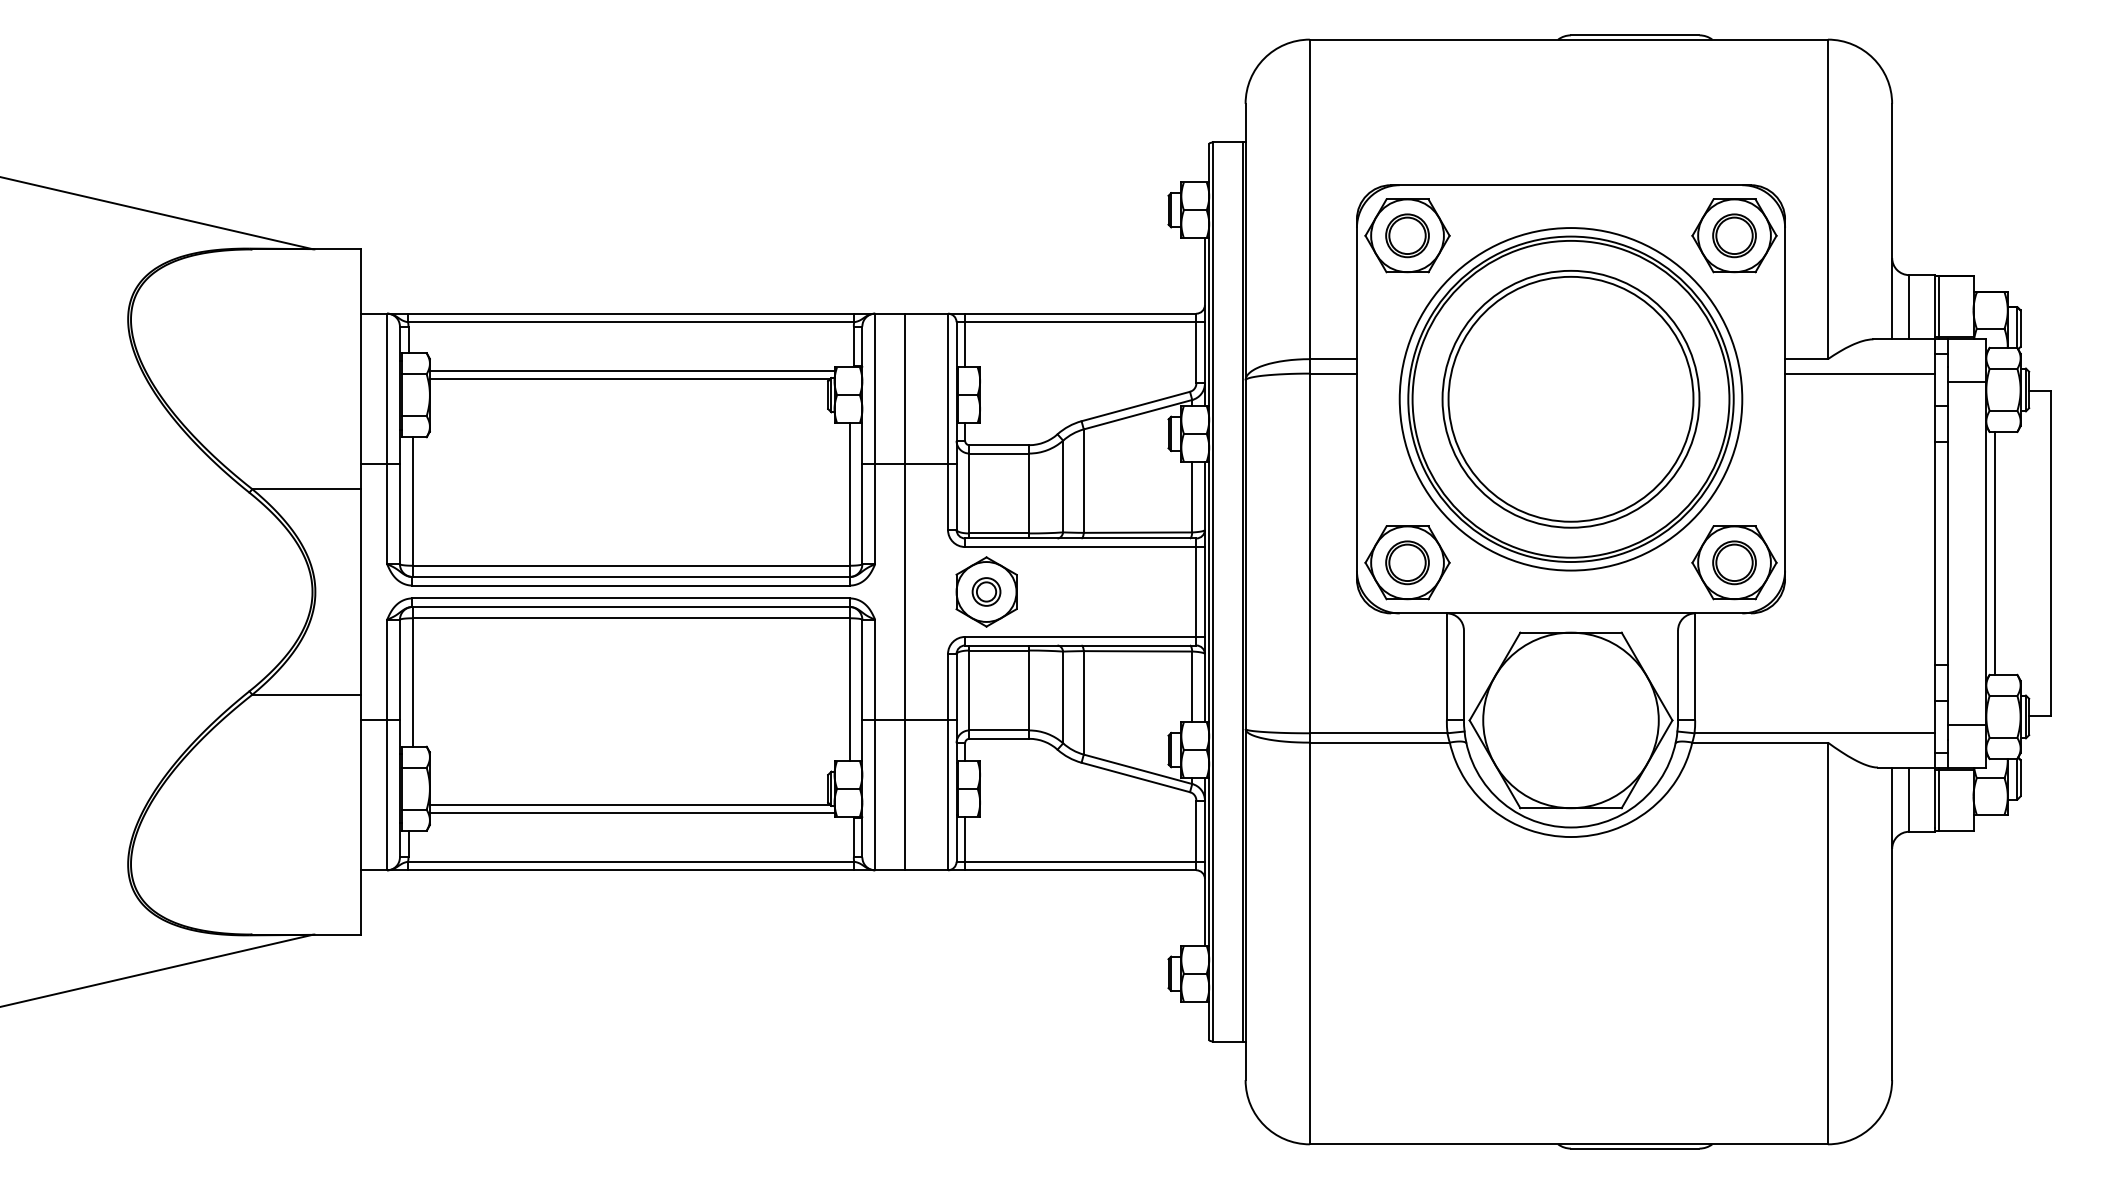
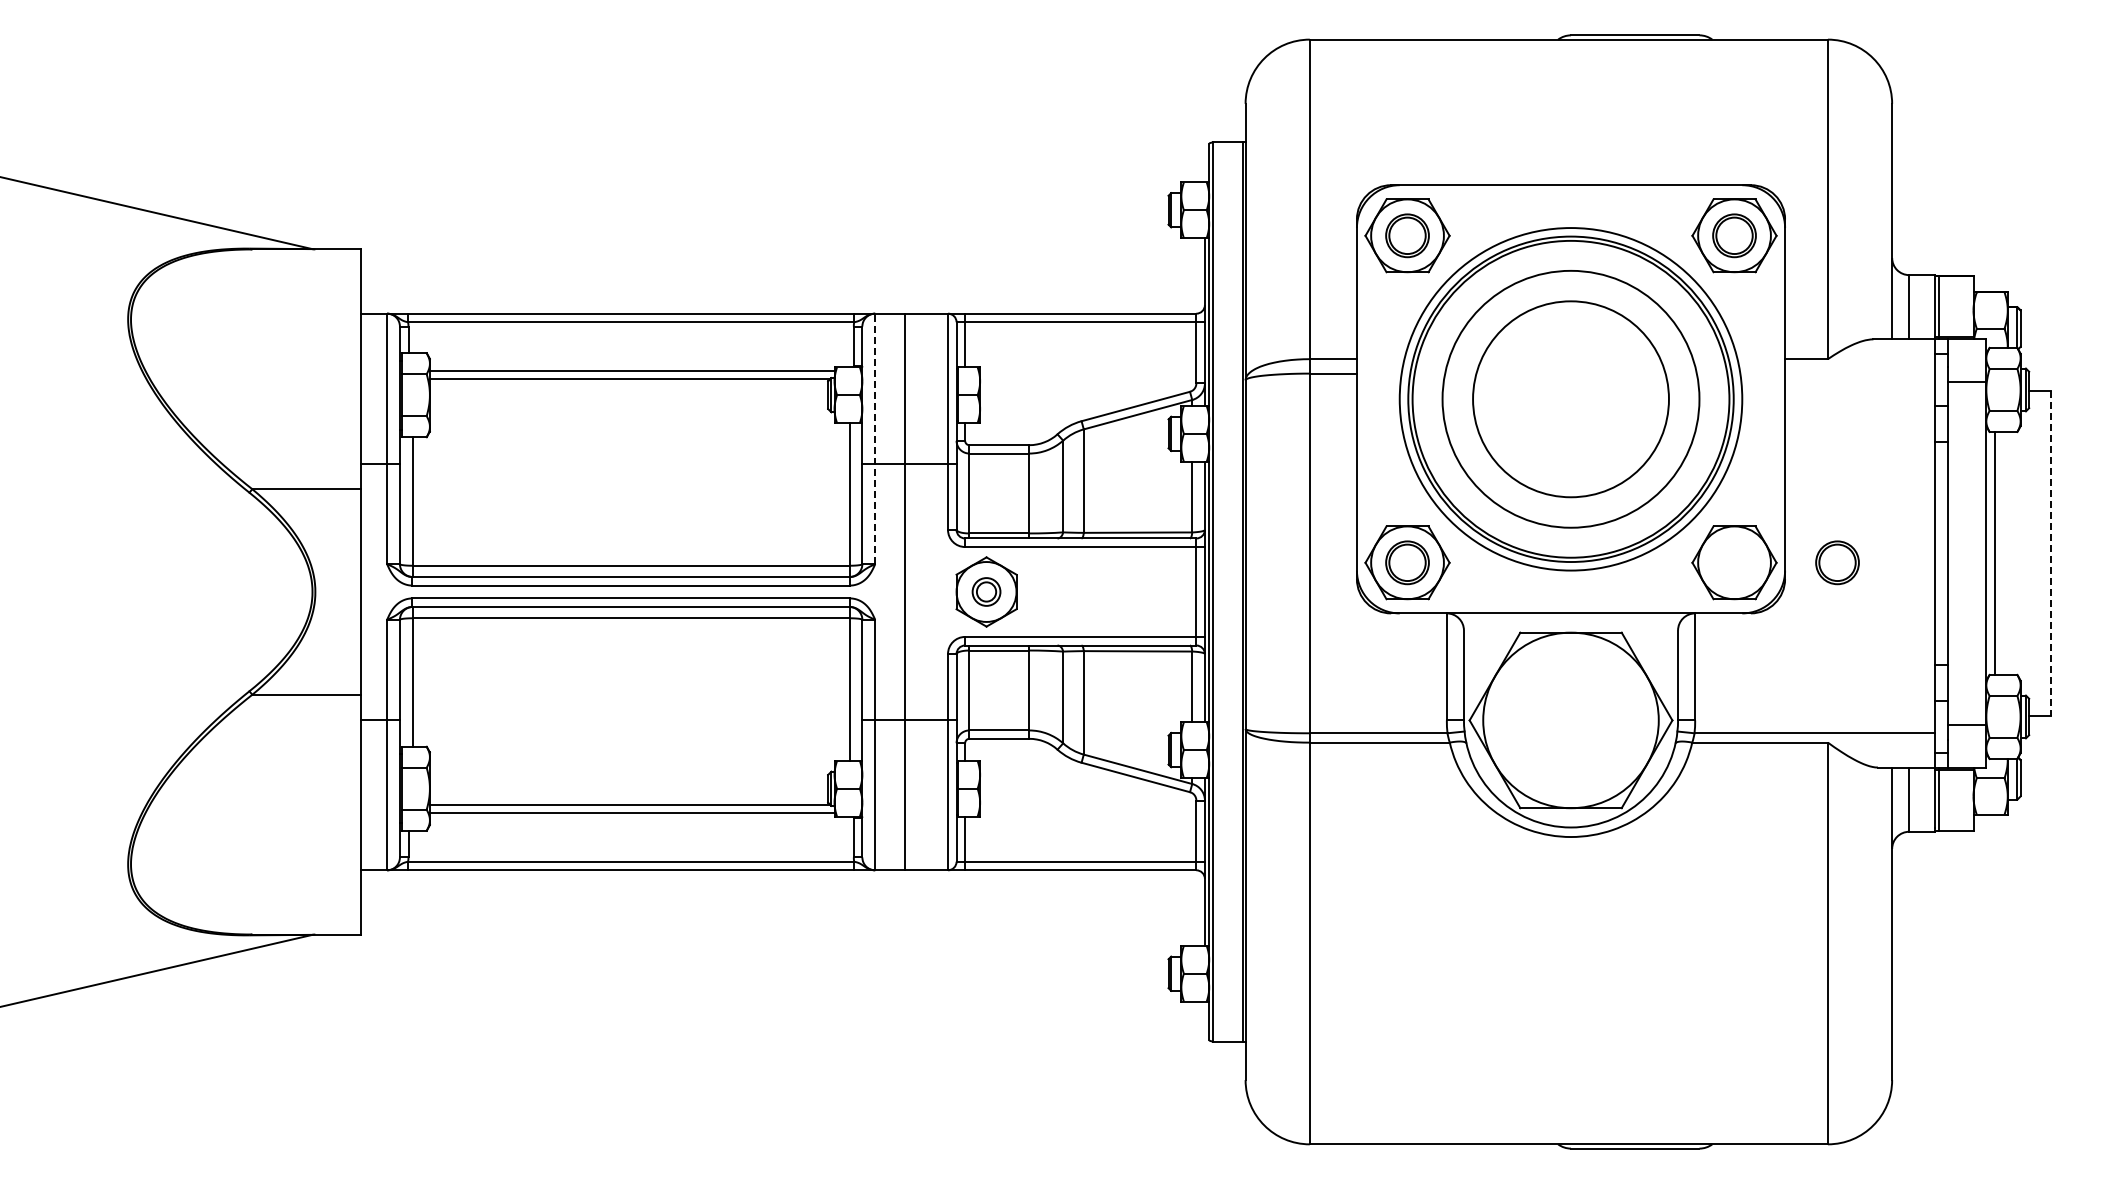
line at (1859, 373): present -> none
circle at (1570, 398) diameter: 245 px -> 196 px
line at (875, 438): solid -> dashed
line at (2050, 553): solid -> dashed
part at (1734, 562) position: (1734, 562) -> (1837, 562)
